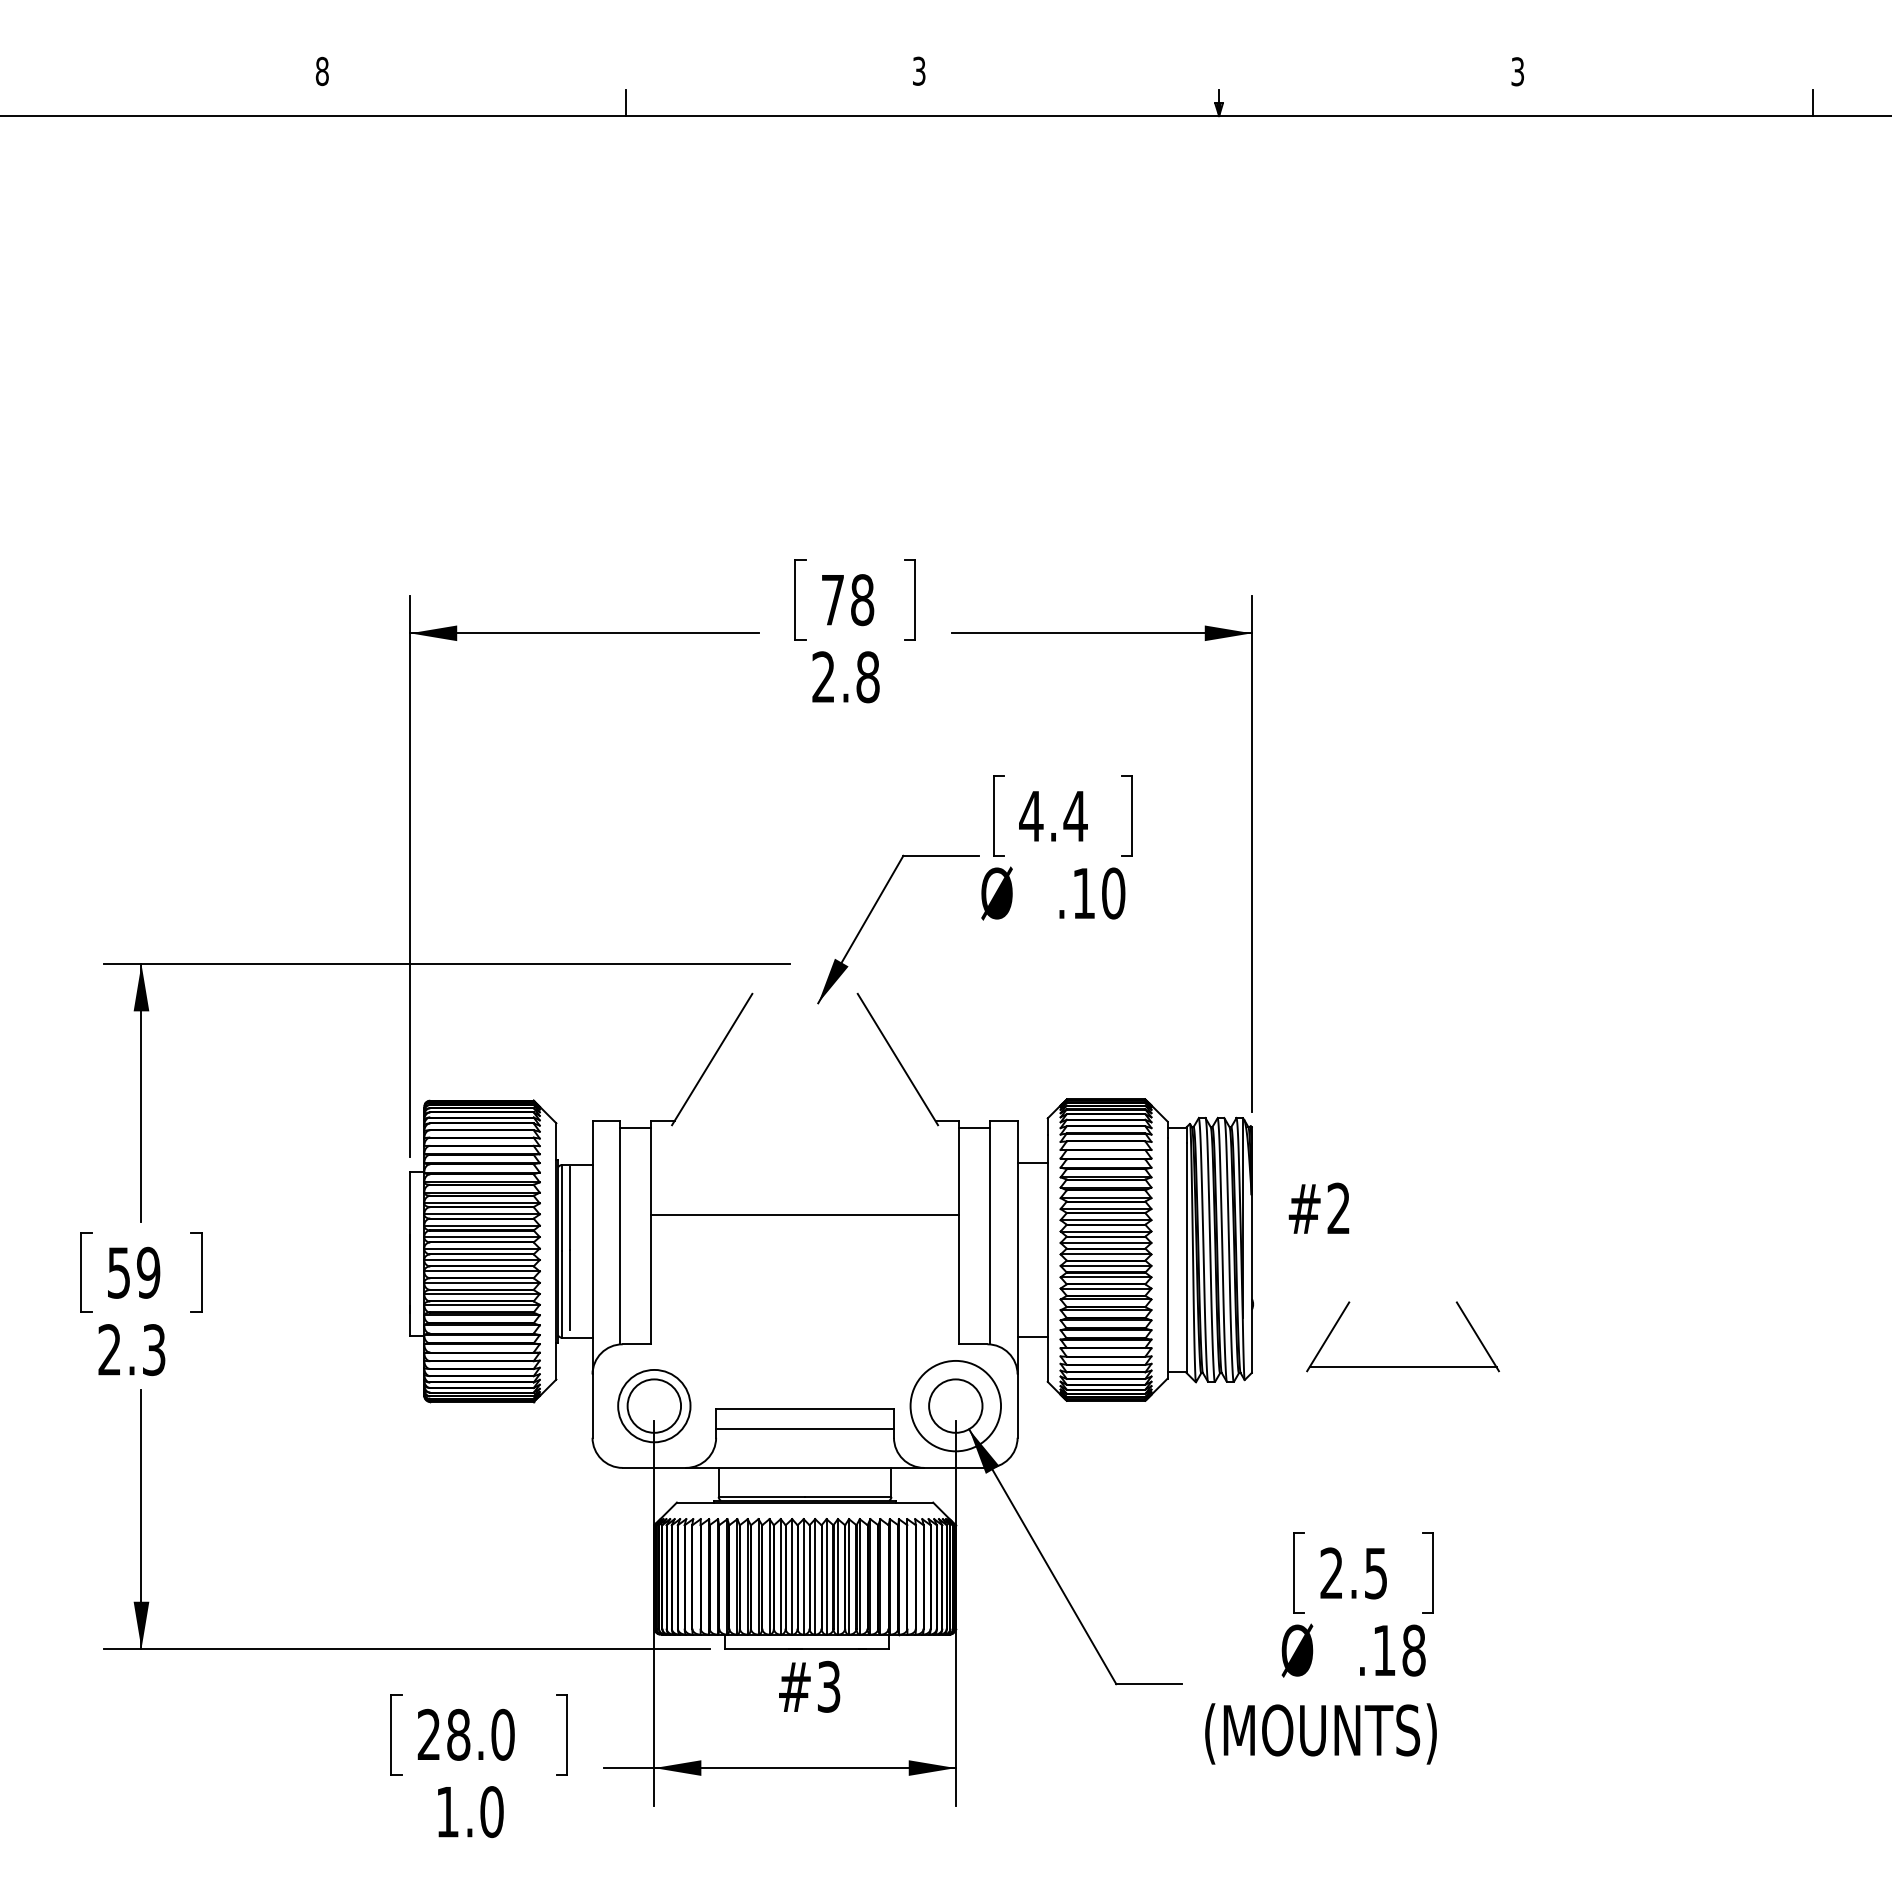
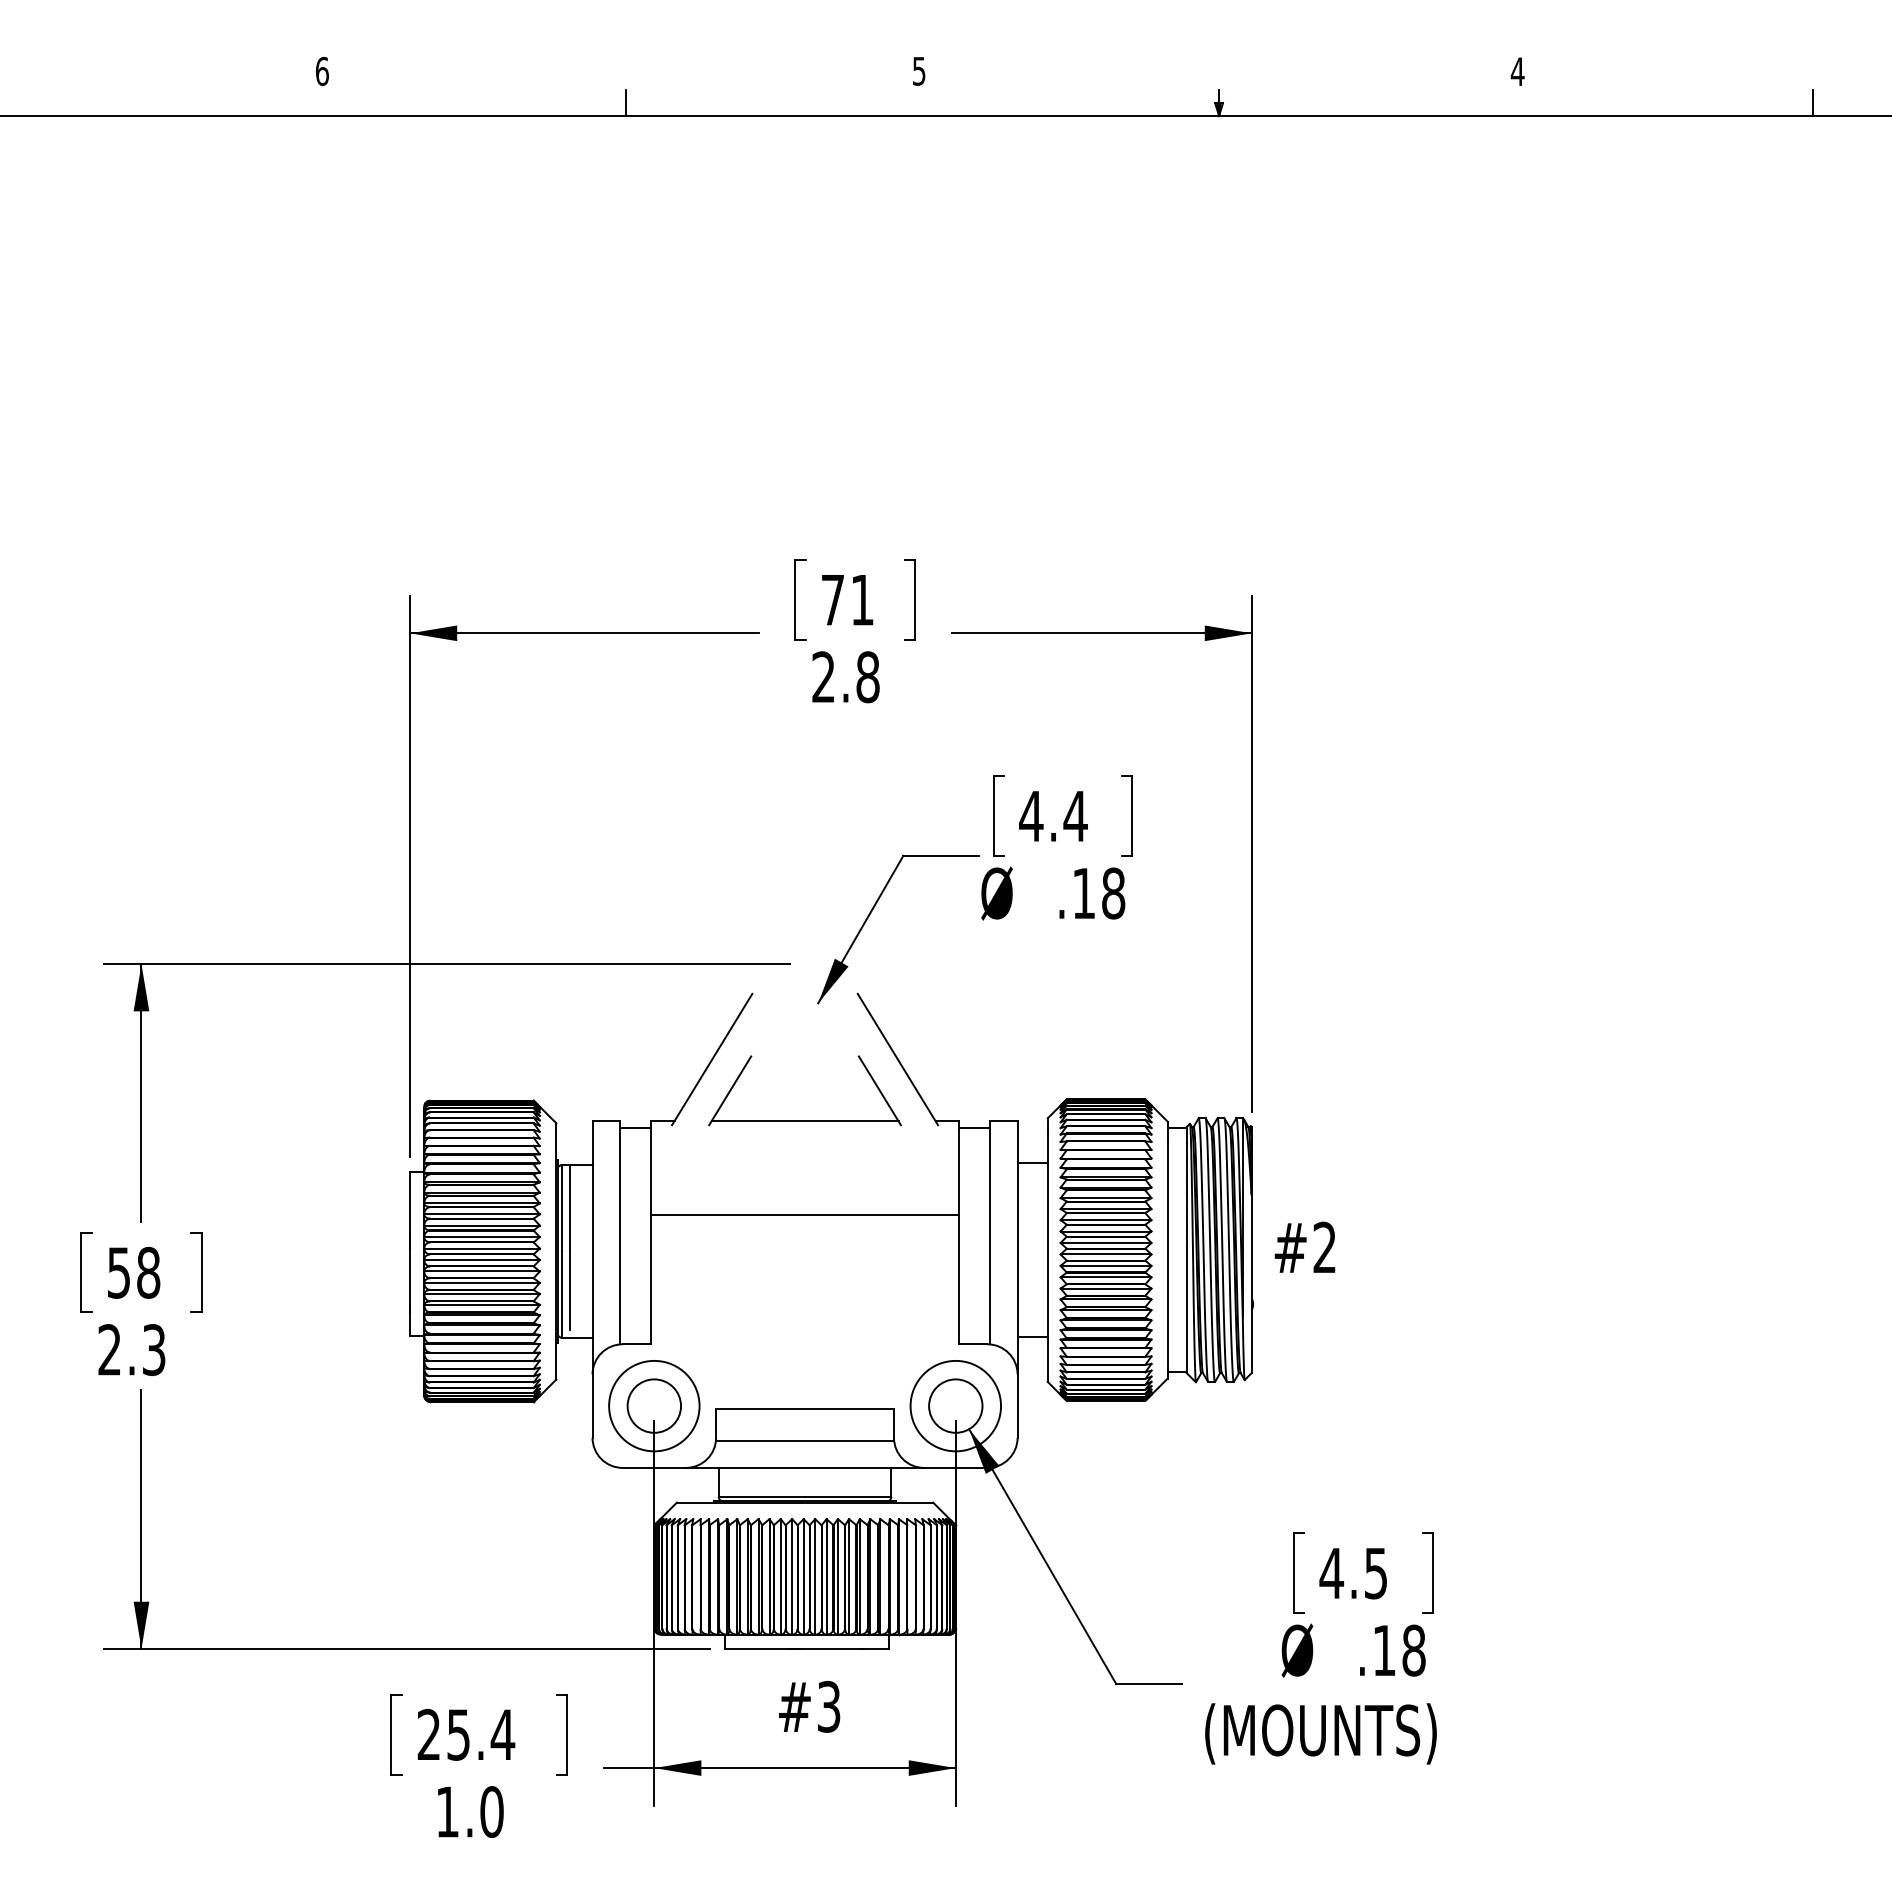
text at (321, 70): 8 -> 6
text at (919, 70): 3 -> 5
text at (1517, 71): 3 -> 4
text at (862, 600): 78 -> 71
text at (1113, 893): .10 -> .18
text at (1318, 1207) position: (1318, 1207) -> (1304, 1246)
text at (148, 1272): 59 -> 58
part at (1402, 1366) position: (1402, 1366) -> (804, 1120)
circle at (654, 1405) diameter: 72 px -> 90 px
line at (804, 1428) position: (804, 1428) -> (804, 1440)
text at (1331, 1572): 2.5 -> 4.5
text at (809, 1686) position: (809, 1686) -> (809, 1706)
text at (481, 1734): 28.0 -> 25.4
